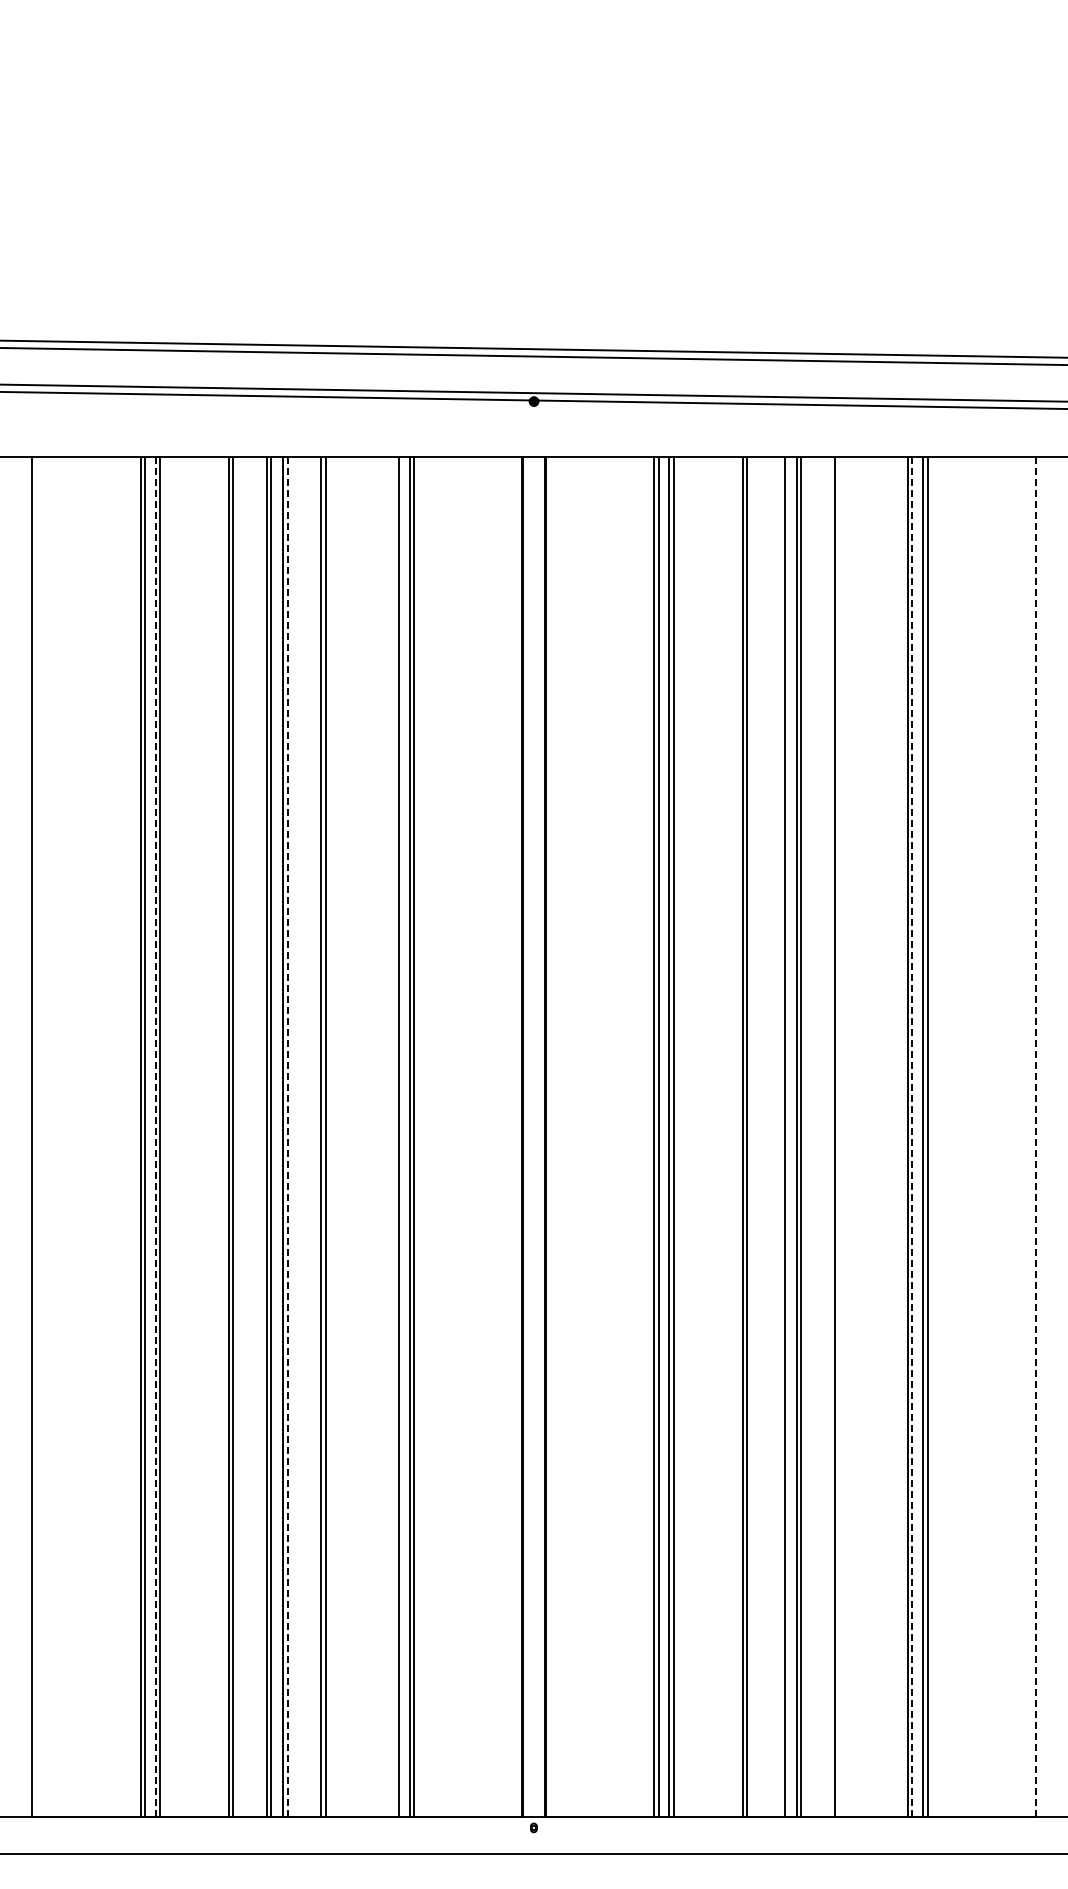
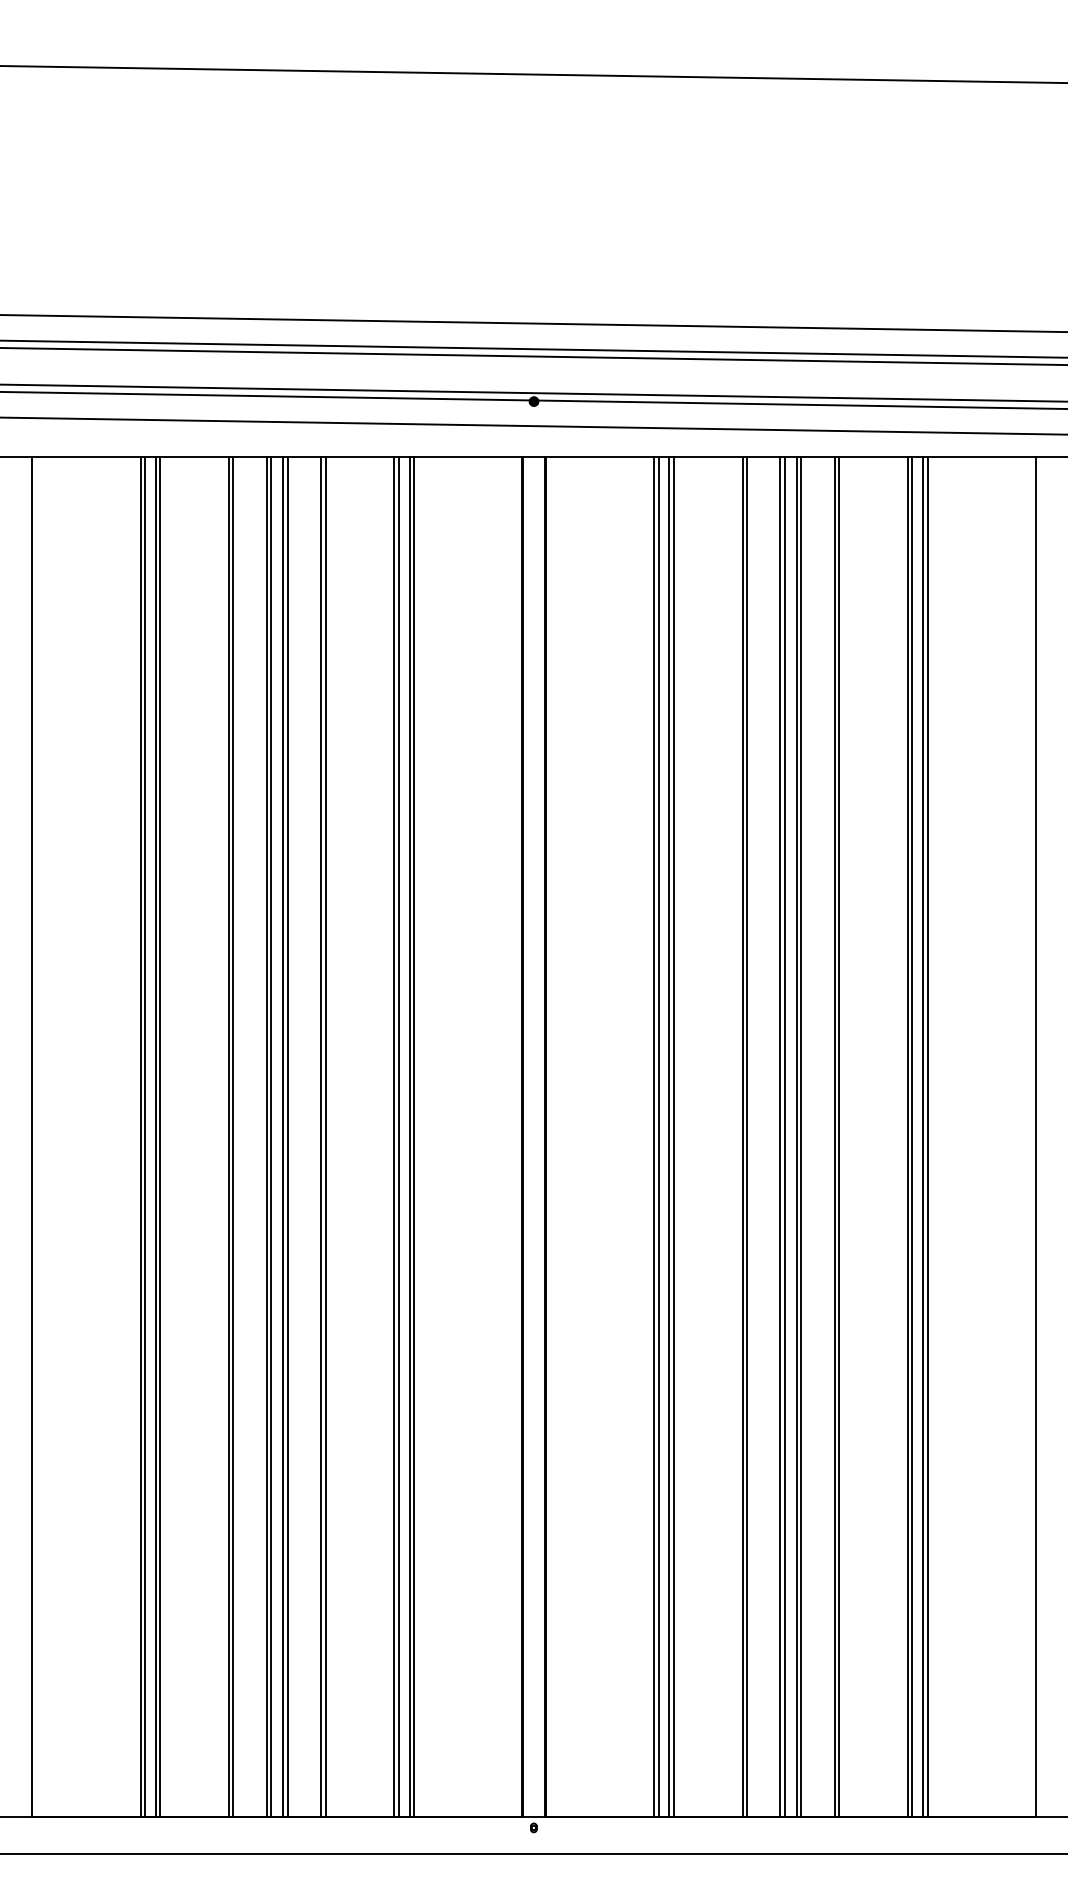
line at (533, 74): none -> present
line at (533, 323): none -> present
line at (533, 425): none -> present
line at (155, 1136): dashed -> solid
line at (287, 1136): dashed -> solid
line at (394, 1136): none -> present
line at (780, 1136): none -> present
line at (839, 1136): none -> present
line at (912, 1136): dashed -> solid
line at (1035, 1137): dashed -> solid
